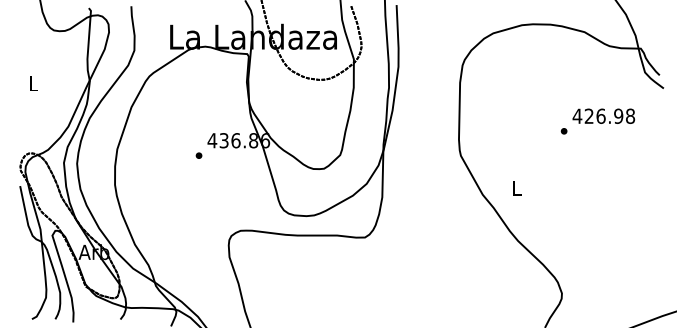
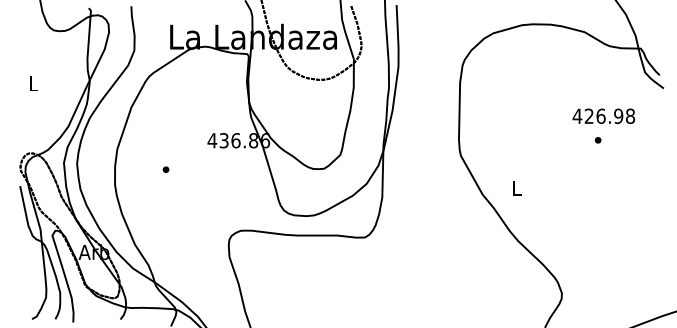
part at (563, 131) position: (563, 131) -> (597, 140)
part at (198, 155) position: (198, 155) -> (165, 169)
